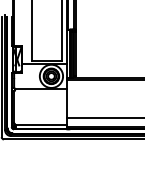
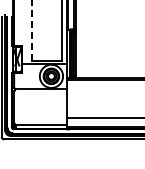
line at (32, 30): solid -> dashed
